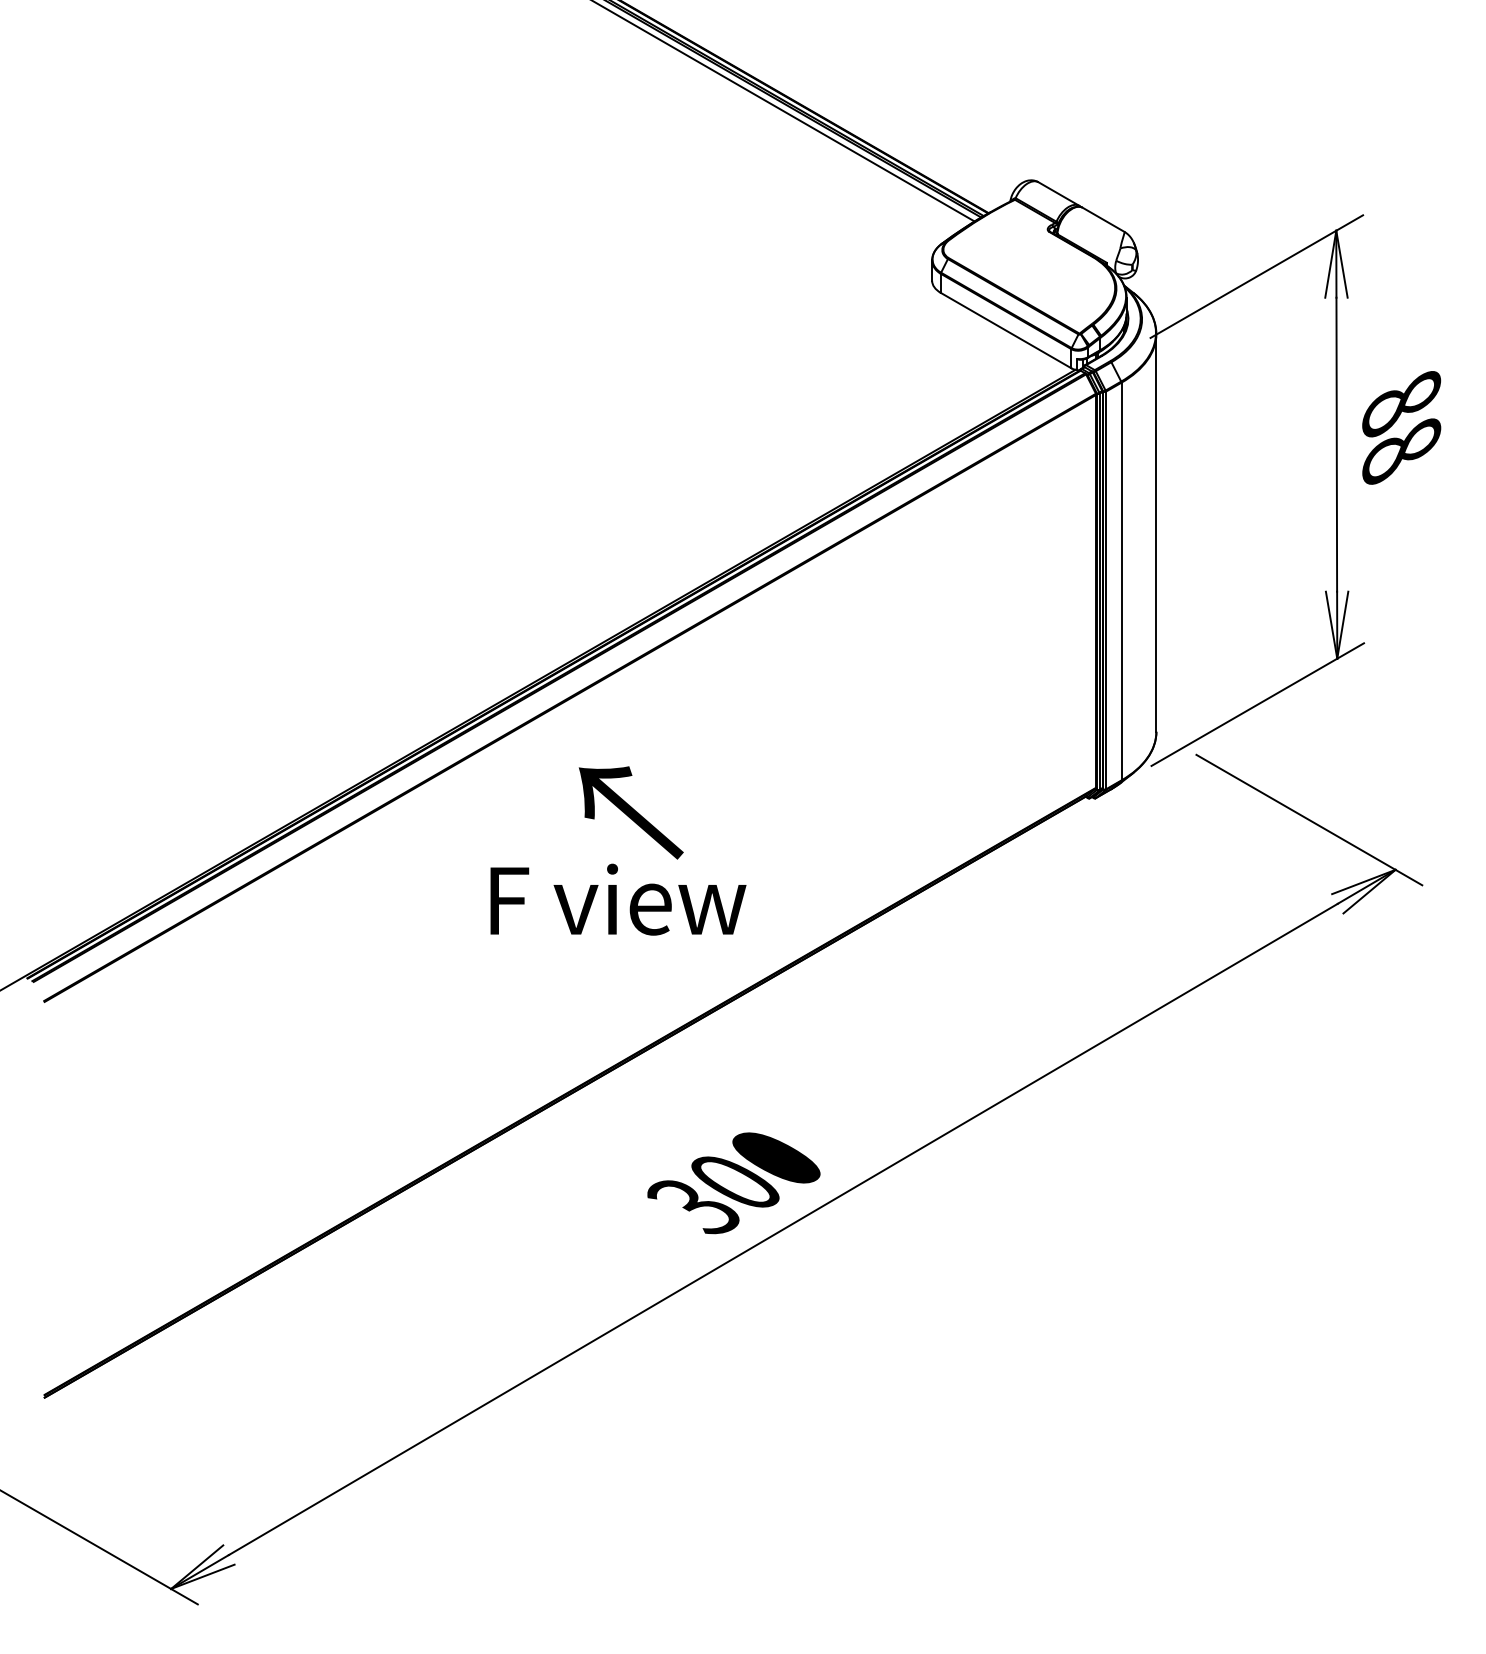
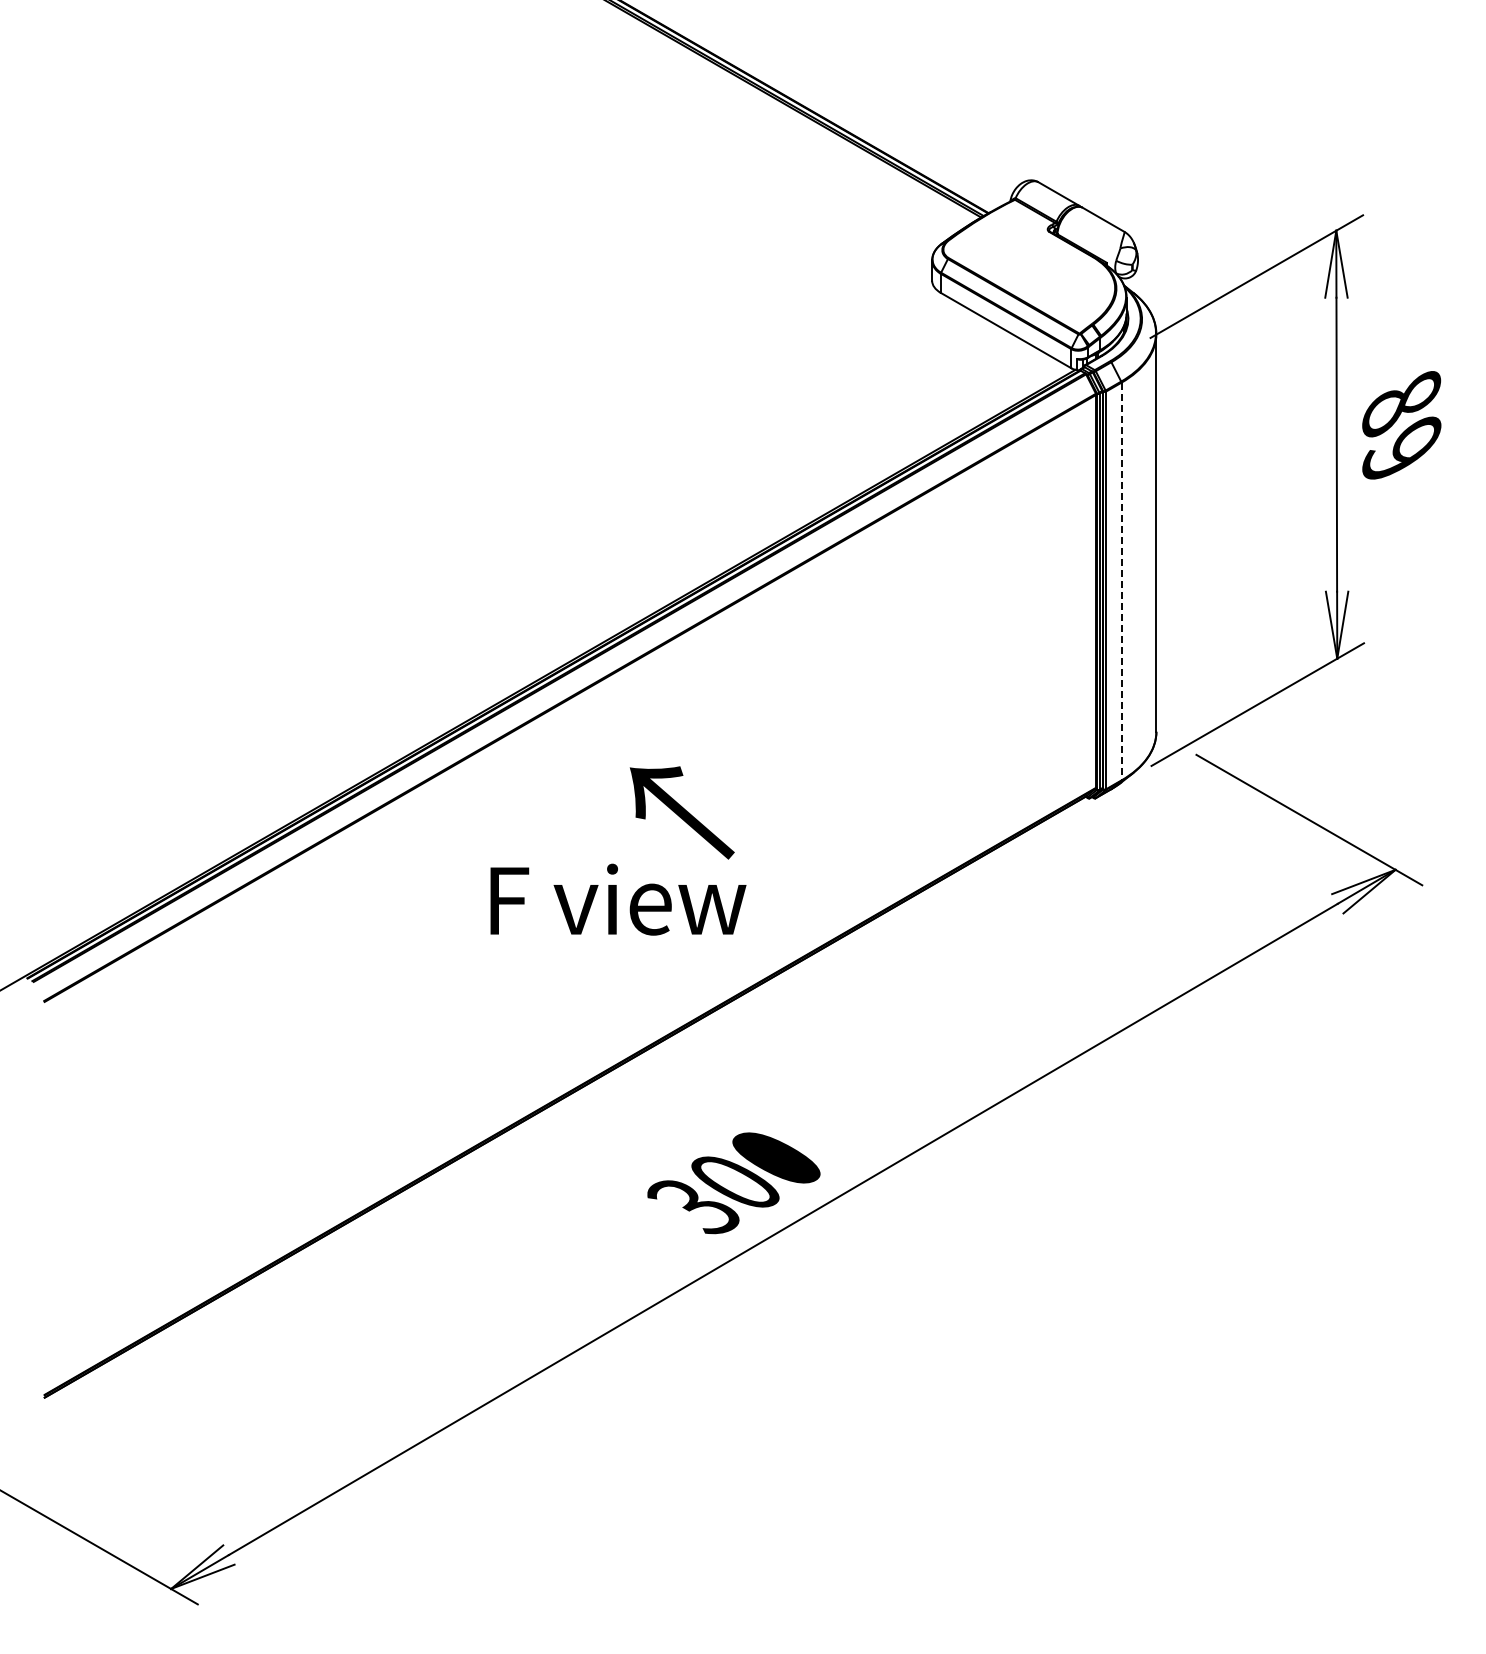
line at (784, 111): present -> none
text at (1401, 450): 88 -> 89
line at (1121, 581): solid -> dashed
text at (630, 812) position: (630, 812) -> (681, 812)
